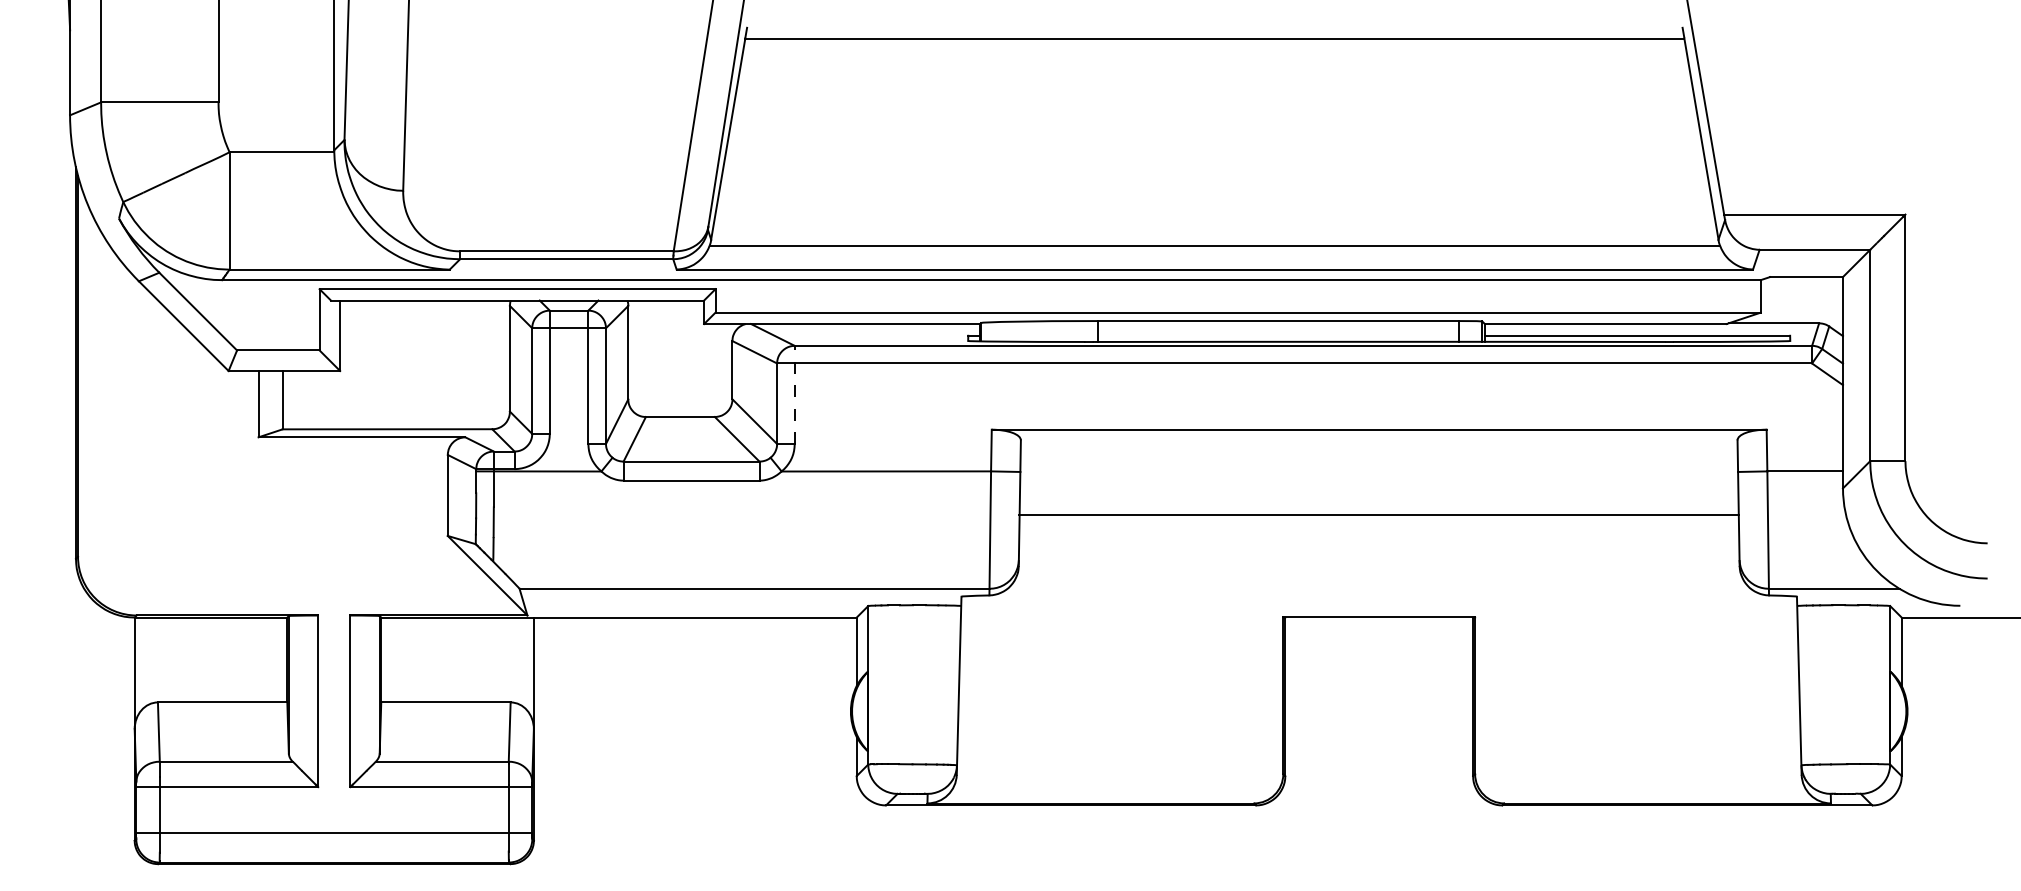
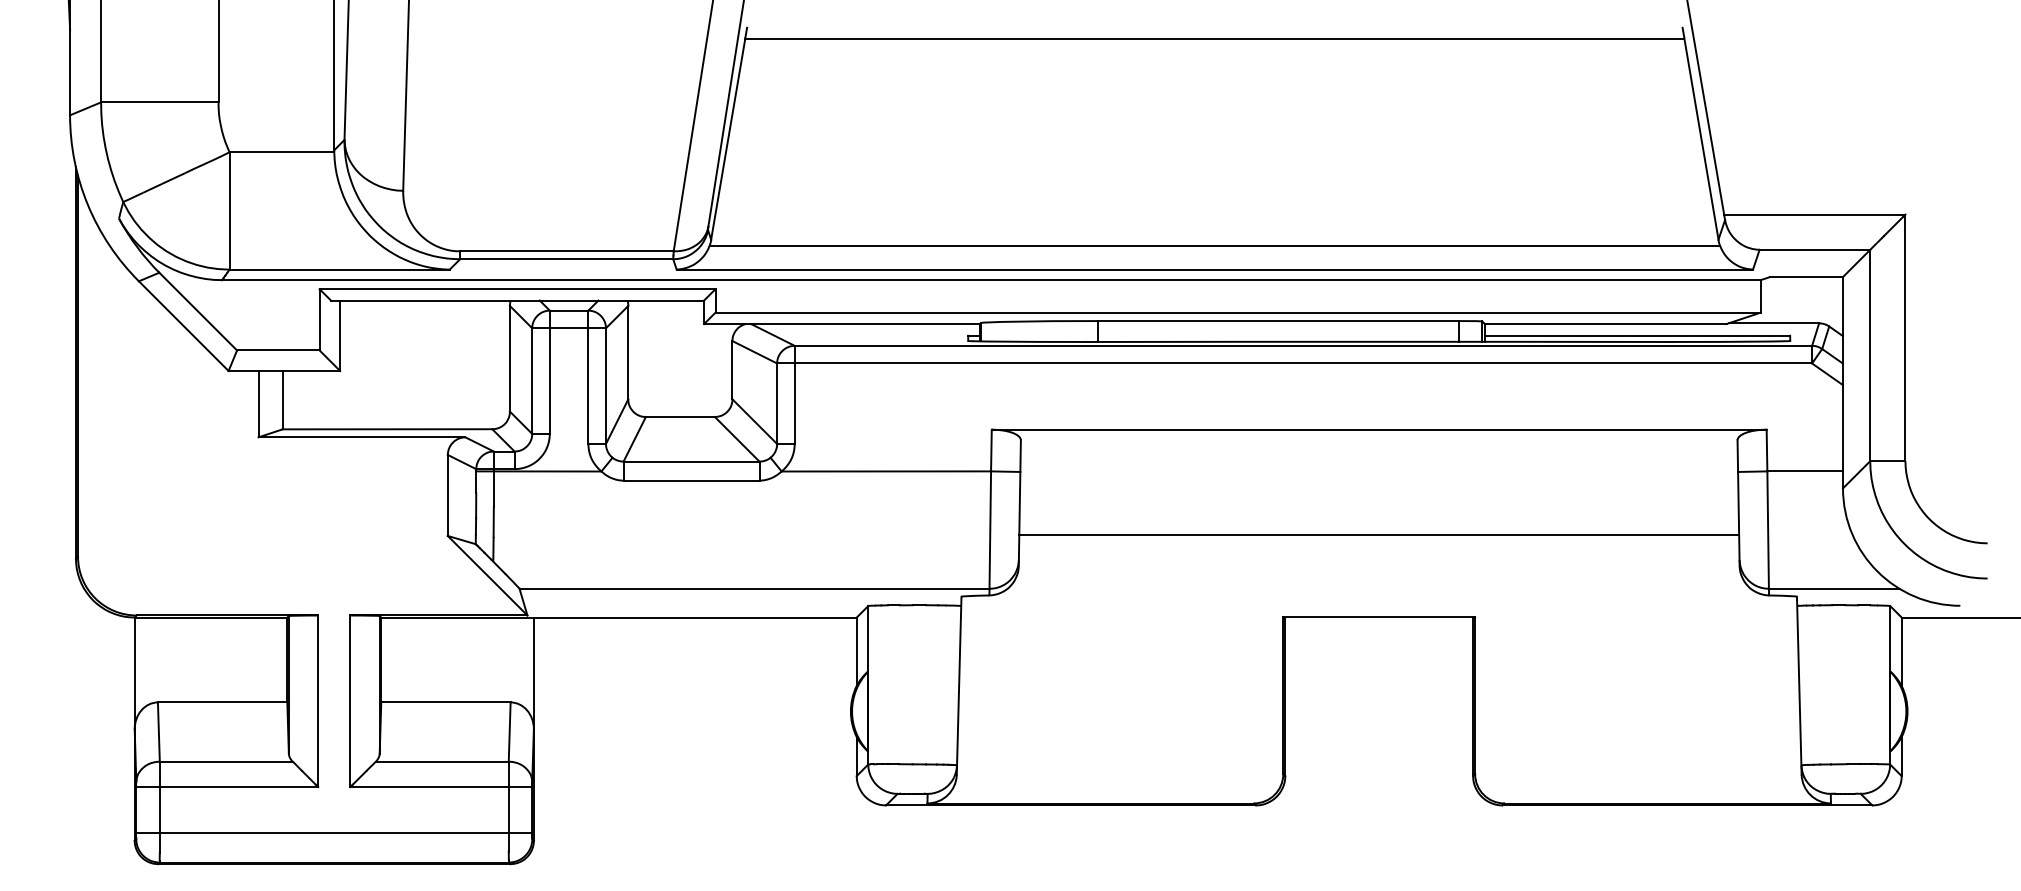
line at (794, 394): dashed -> solid
line at (1379, 515) position: (1379, 515) -> (1379, 535)
